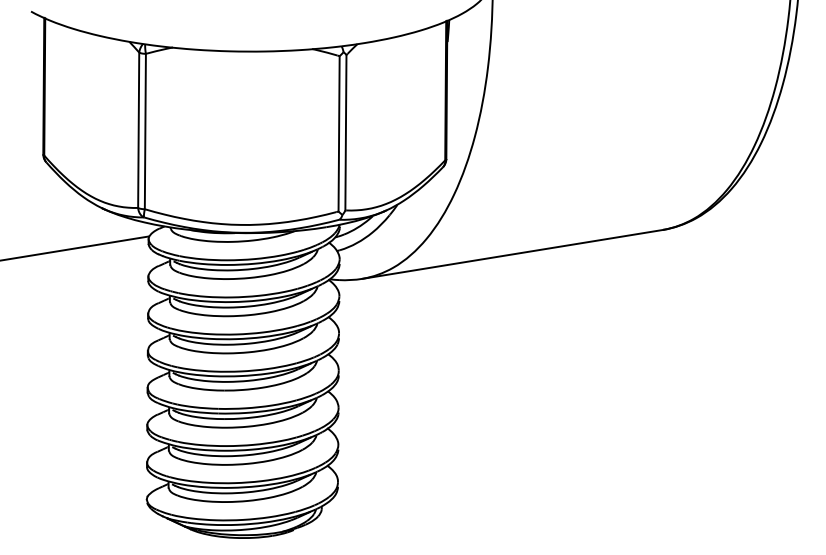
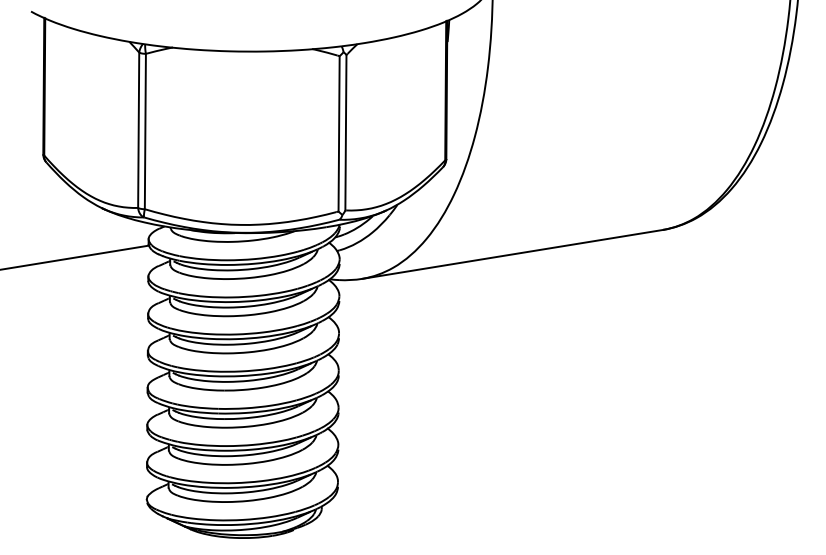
line at (75, 248) position: (75, 248) -> (75, 257)
